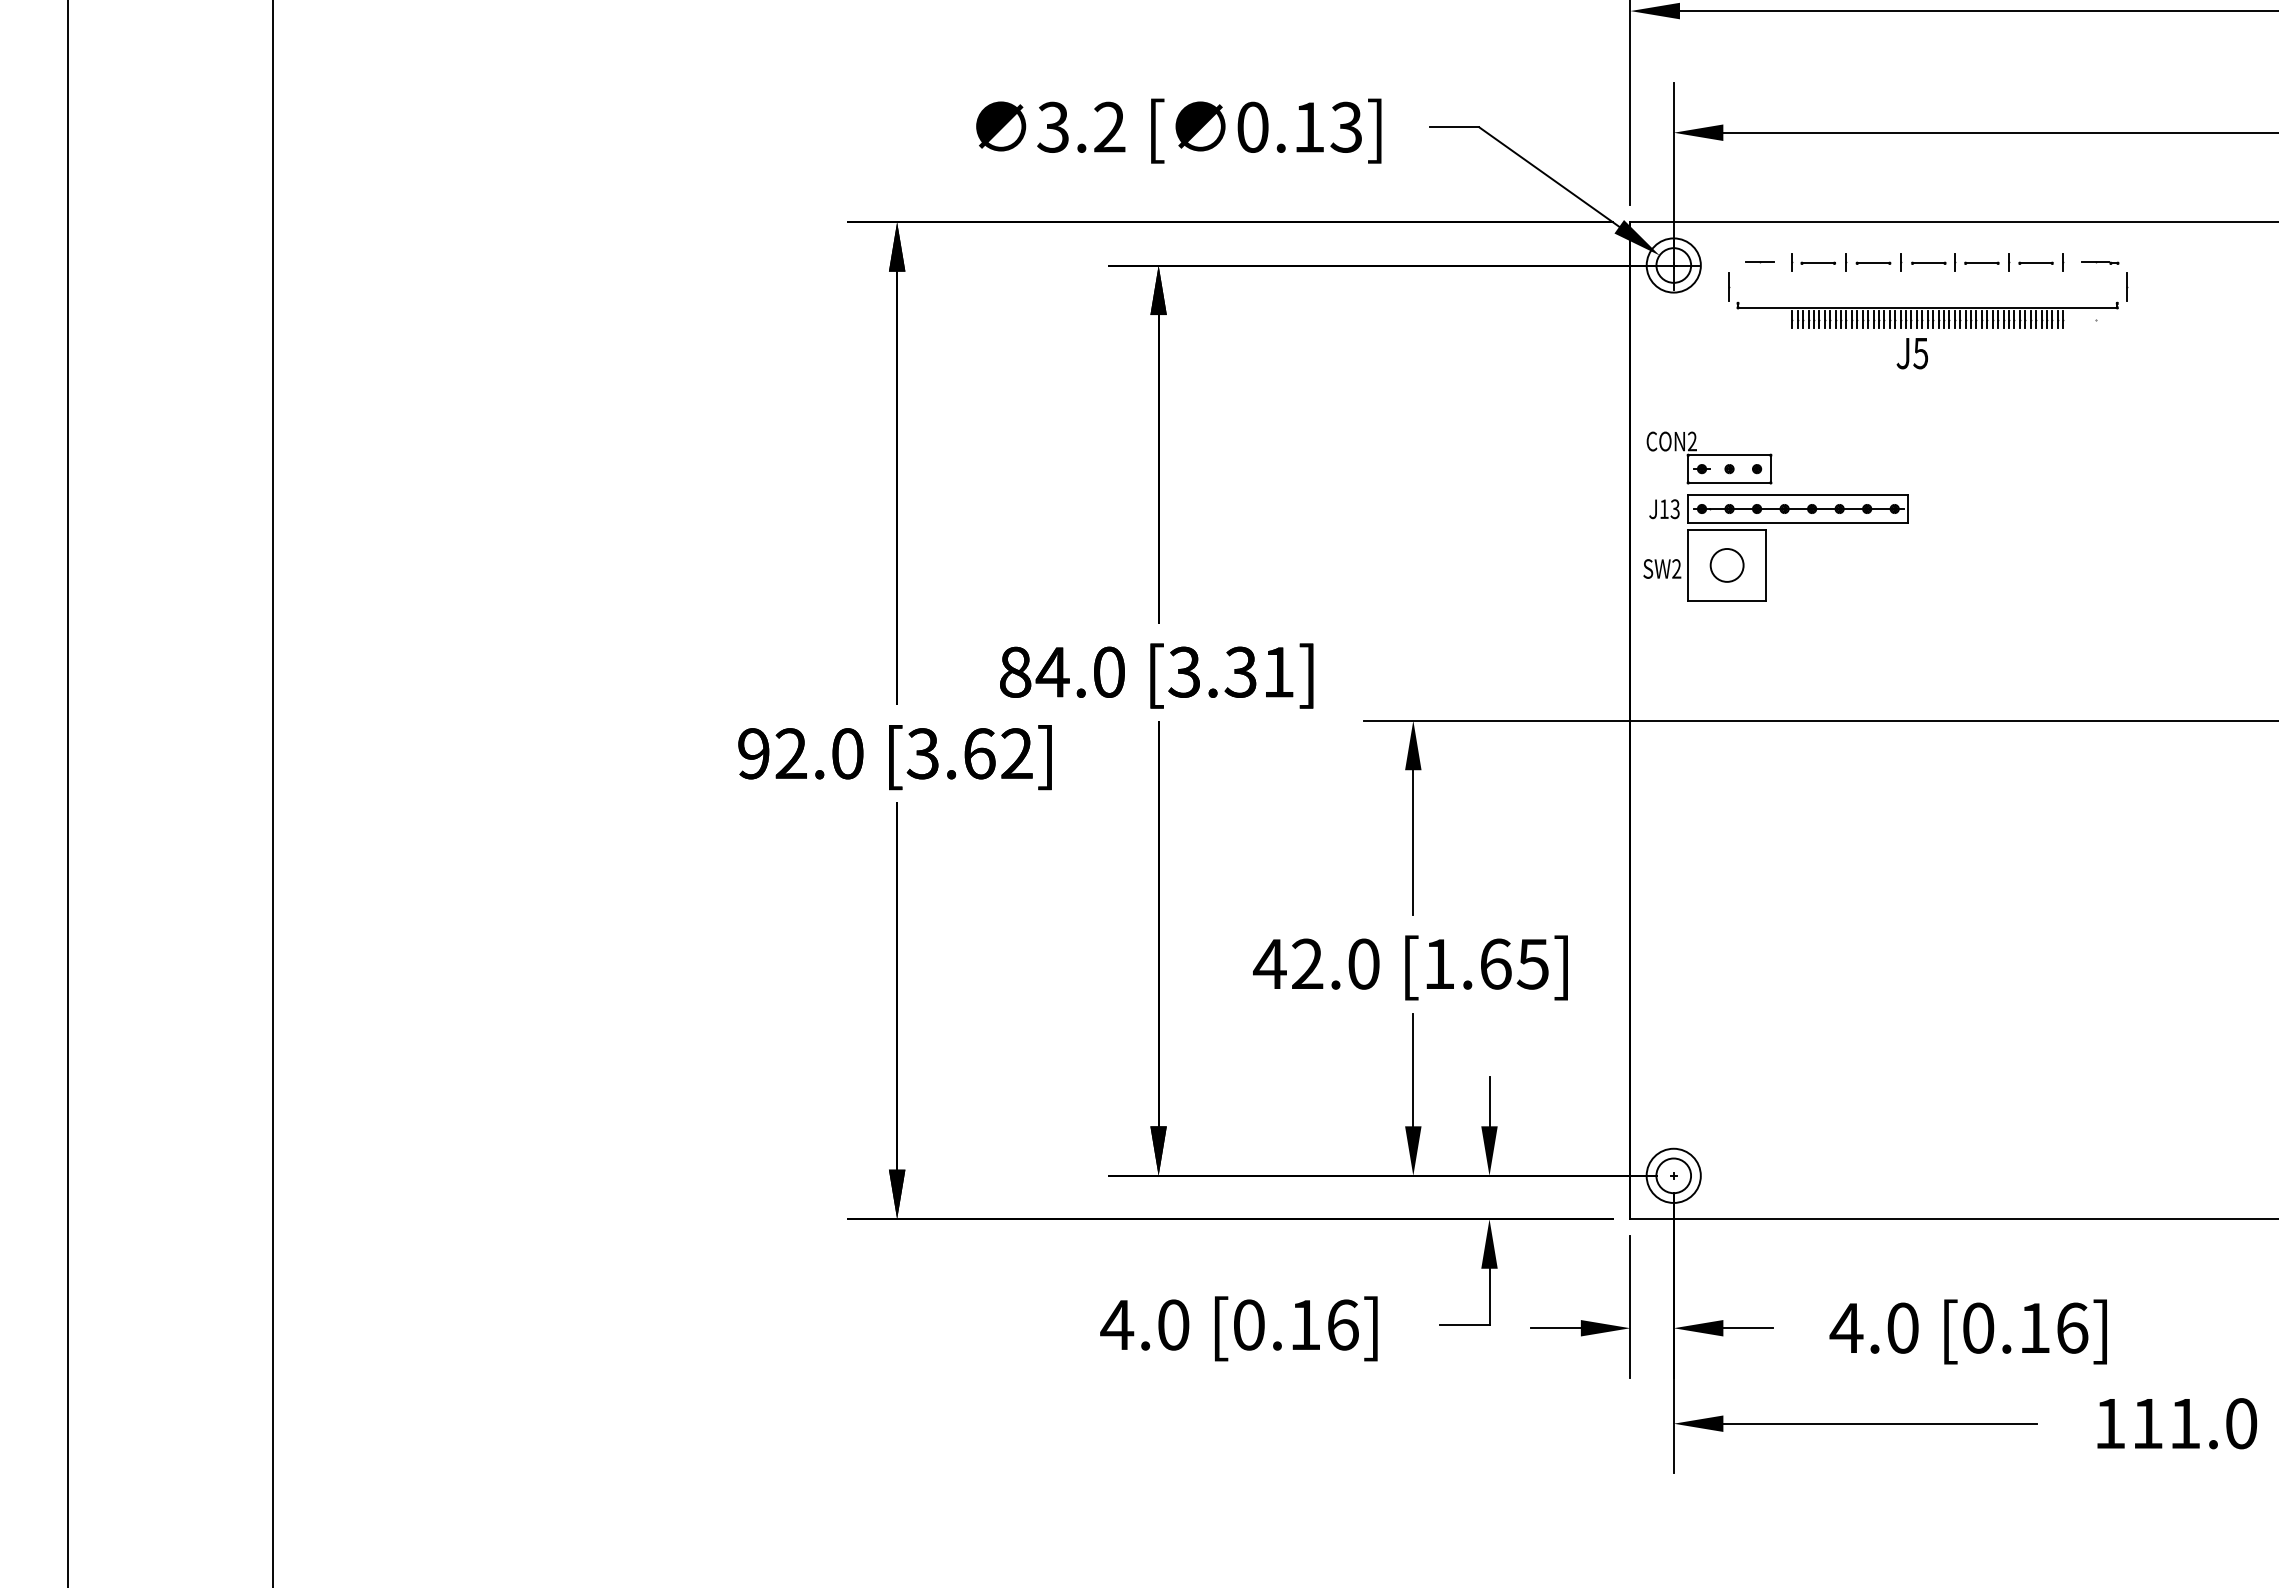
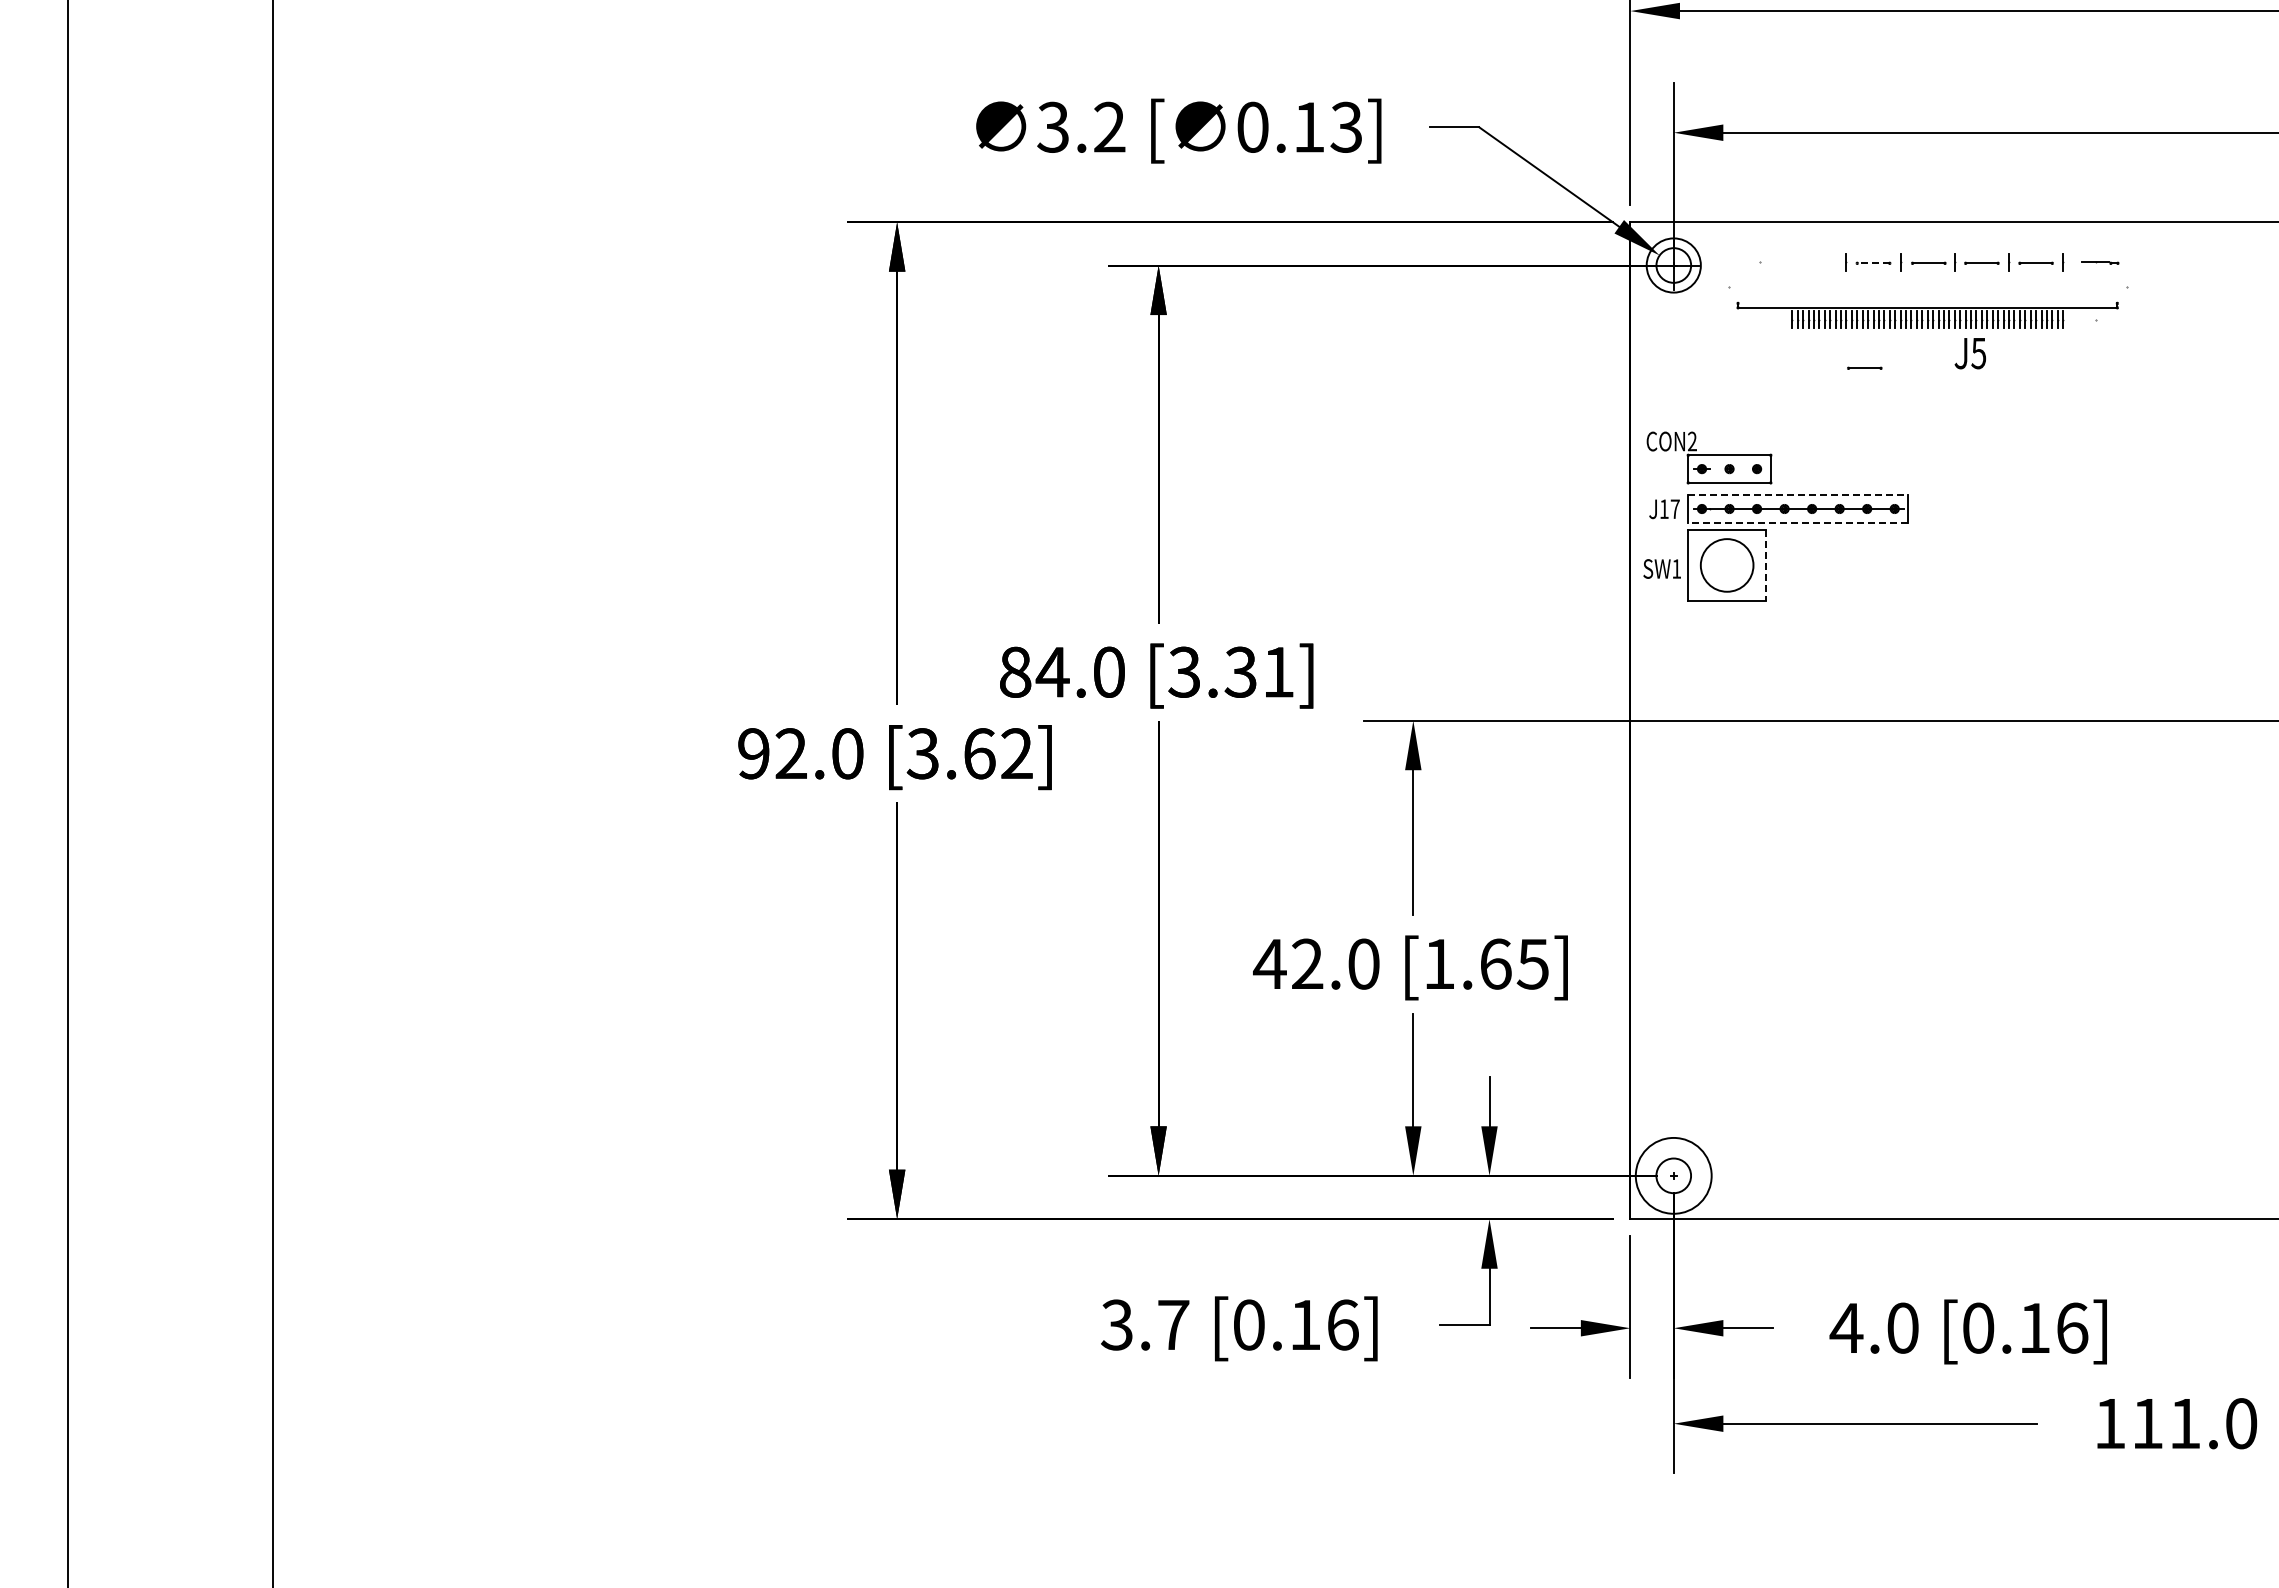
line at (1759, 262): present -> none
part at (1813, 262): present -> none
line at (1873, 263): solid -> dashed
line at (1728, 286): present -> none
line at (2126, 286): present -> none
text at (1911, 353) position: (1911, 353) -> (1969, 353)
part at (1864, 367): none -> present
line at (1798, 495): solid -> dashed
text at (1674, 509): J13 -> J17
line at (1797, 522): solid -> dashed
circle at (1726, 564) diameter: 33 px -> 53 px
line at (1766, 565): solid -> dashed
text at (1676, 568): SW2 -> SW1
circle at (1673, 1175) diameter: 54 px -> 76 px
text at (1144, 1324): 4.0 -> 3.7
